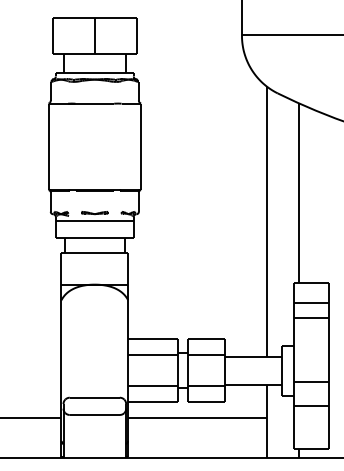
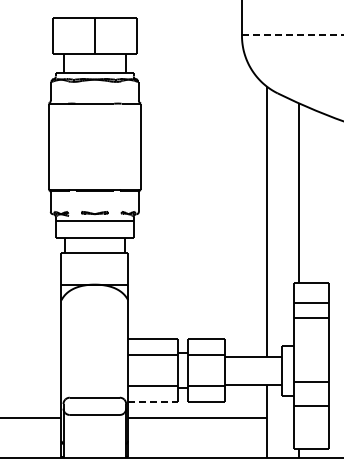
line at (292, 35): solid -> dashed
line at (153, 401): solid -> dashed
